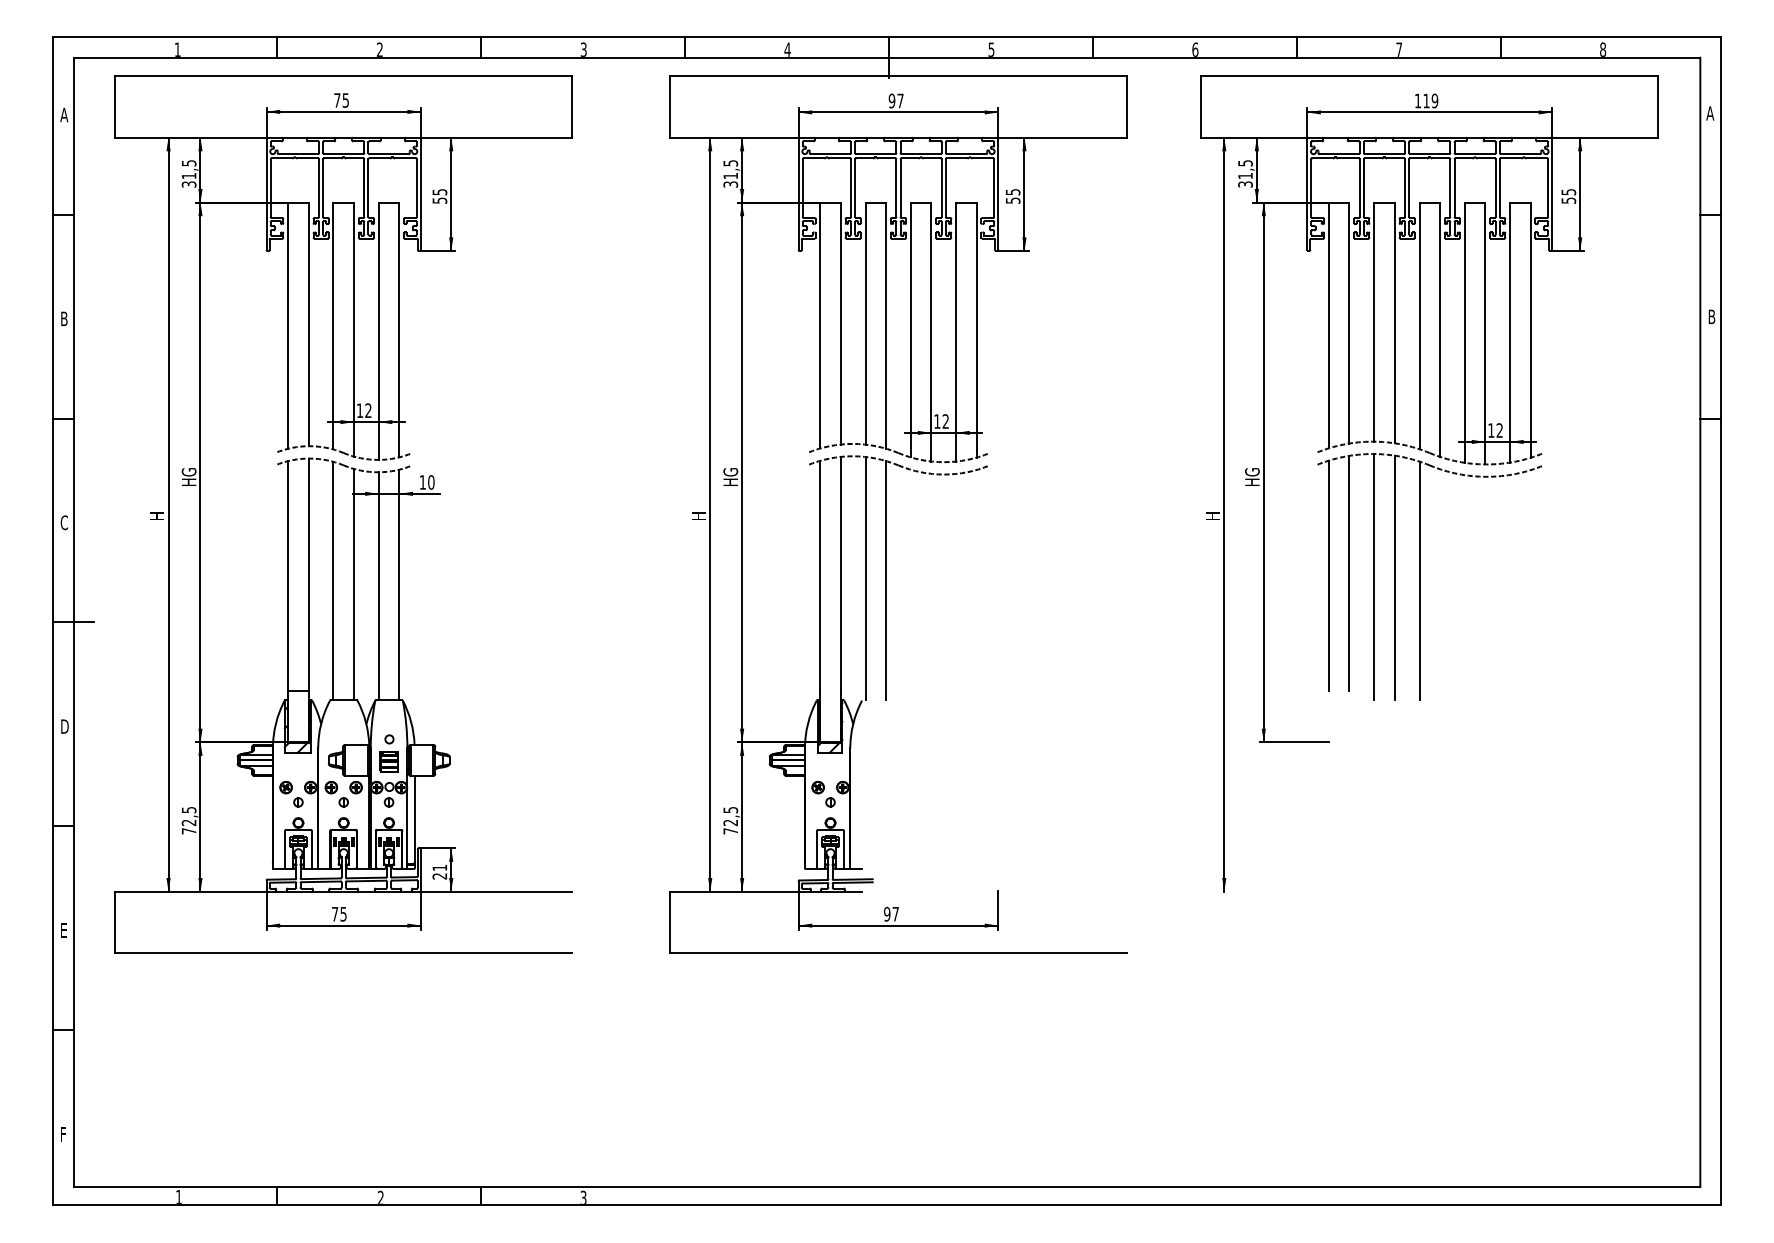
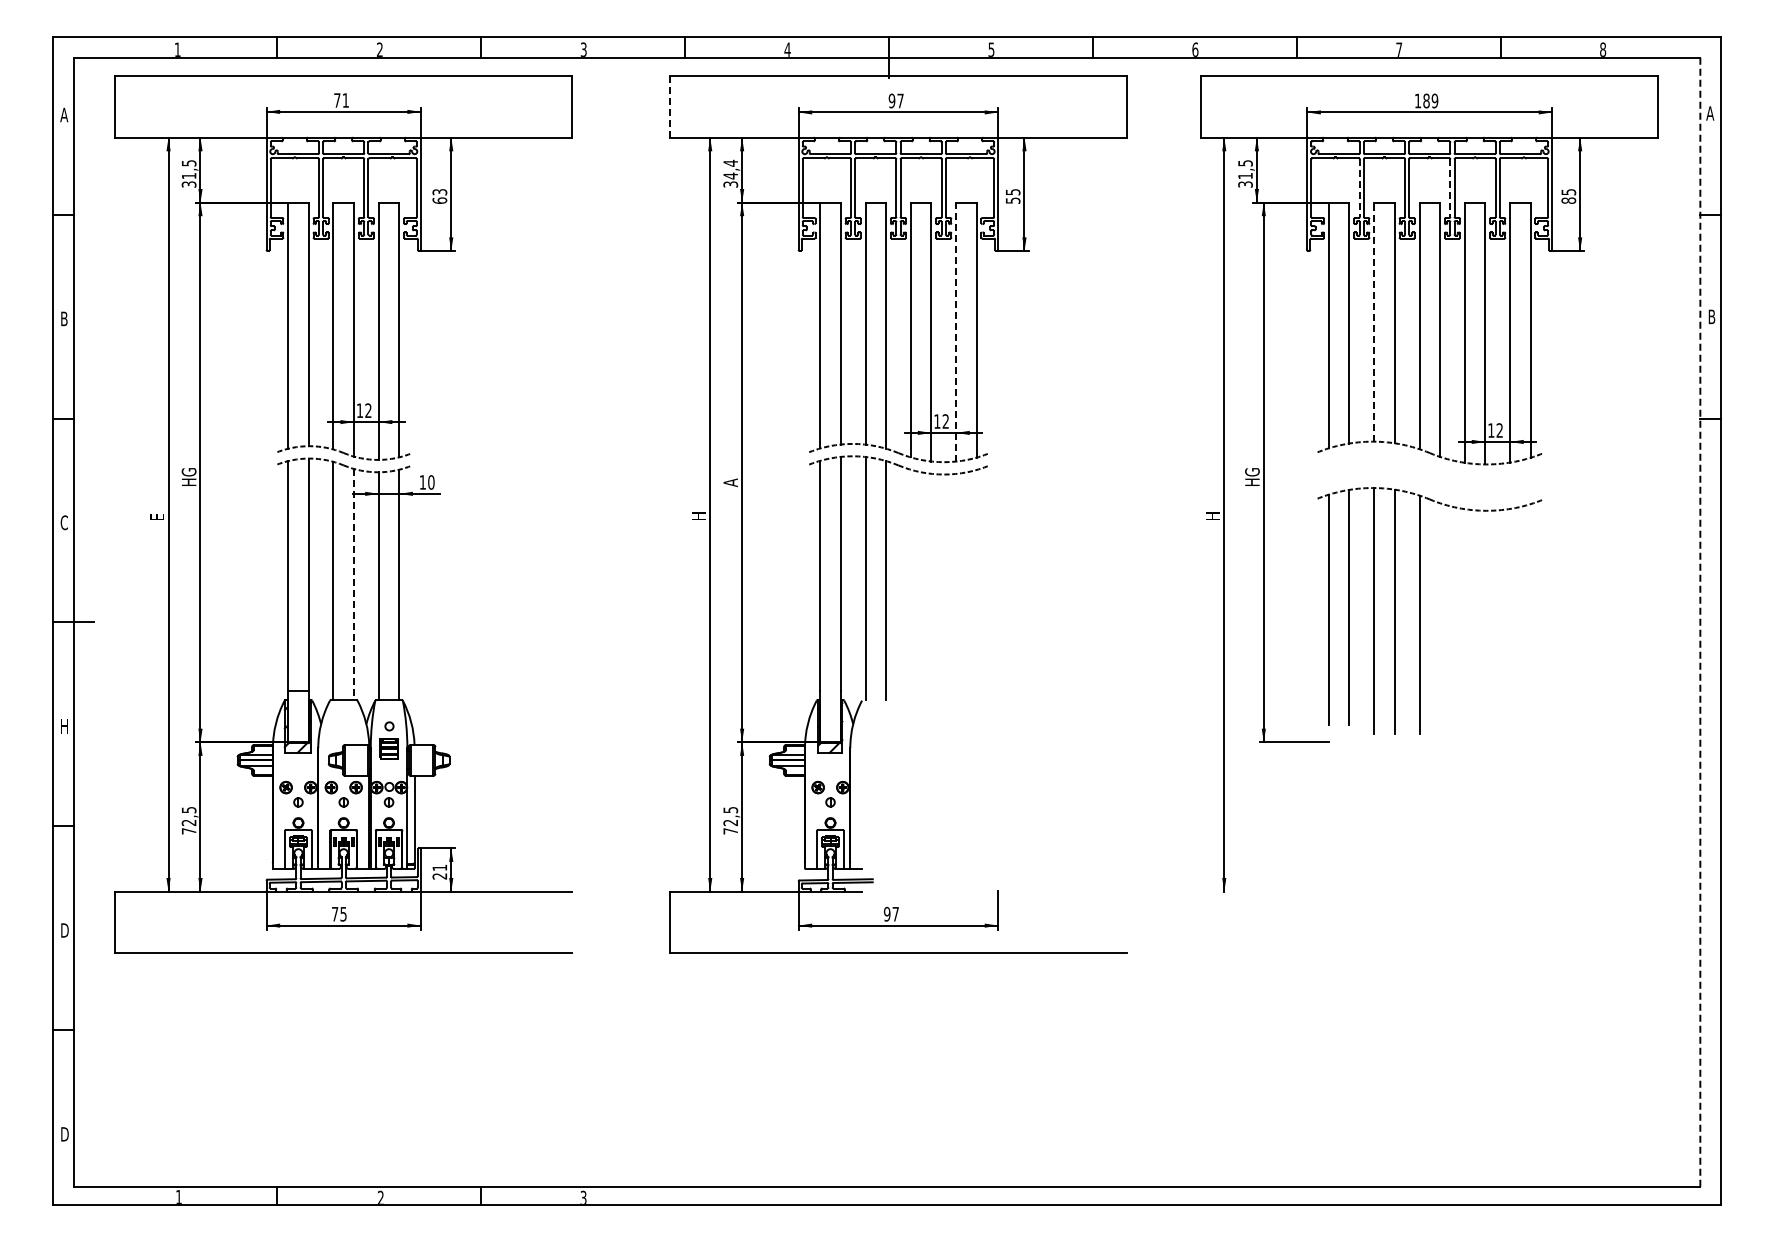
text at (345, 100): 75 -> 71
text at (1426, 100): 119 -> 189
line at (669, 106): solid -> dashed
text at (730, 169): 31,5 -> 34,4
line at (1359, 188): solid -> dashed
line at (1450, 188): solid -> dashed
text at (439, 196): 55 -> 63
text at (1568, 200): 55 -> 85
line at (1374, 322): solid -> dashed
line at (956, 332): solid -> dashed
text at (730, 477): HG -> A
text at (156, 515): H -> E
part at (1420, 576) position: (1420, 576) -> (1420, 610)
line at (354, 584): solid -> dashed
line at (1700, 622): solid -> dashed
text at (64, 726): D -> H
part at (388, 753) position: (388, 753) -> (388, 740)
text at (64, 930): E -> D
text at (64, 1134): F -> D
